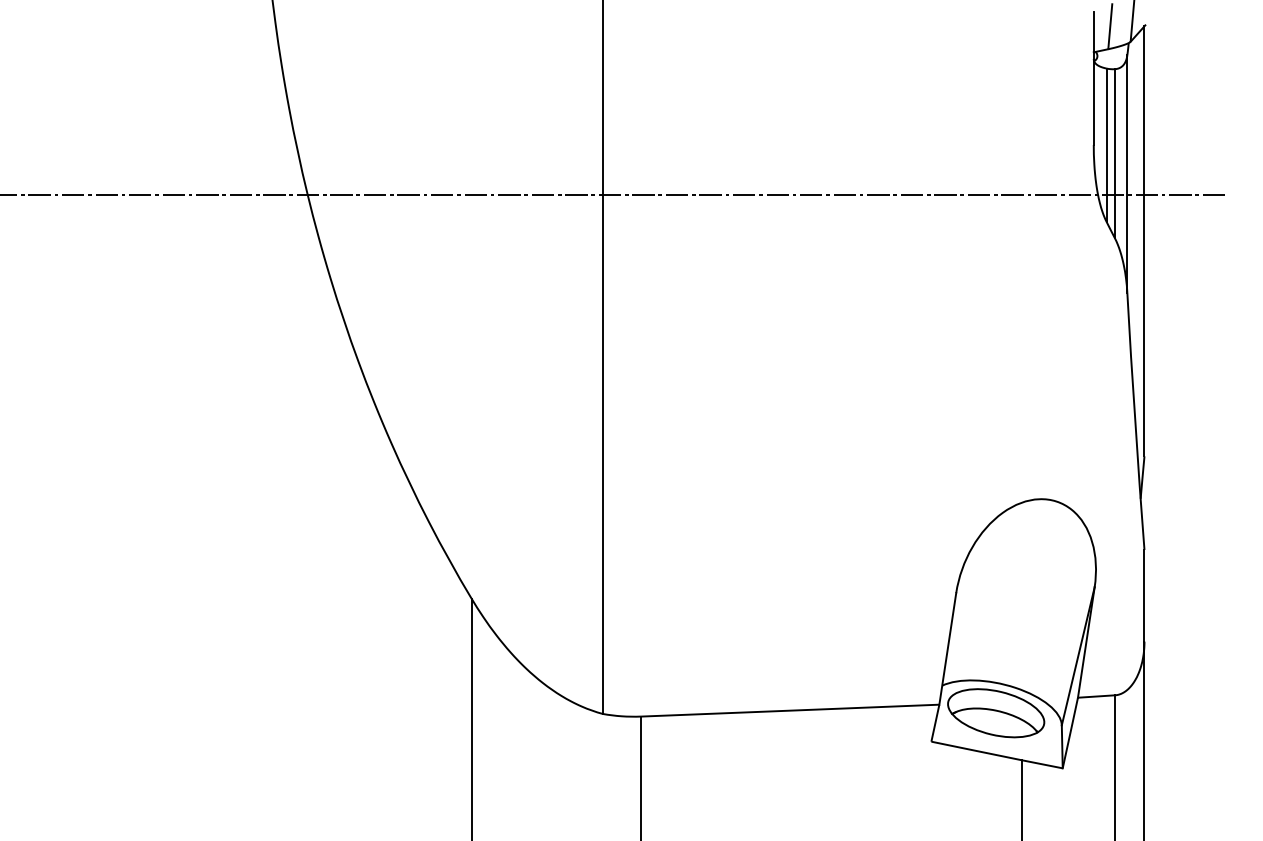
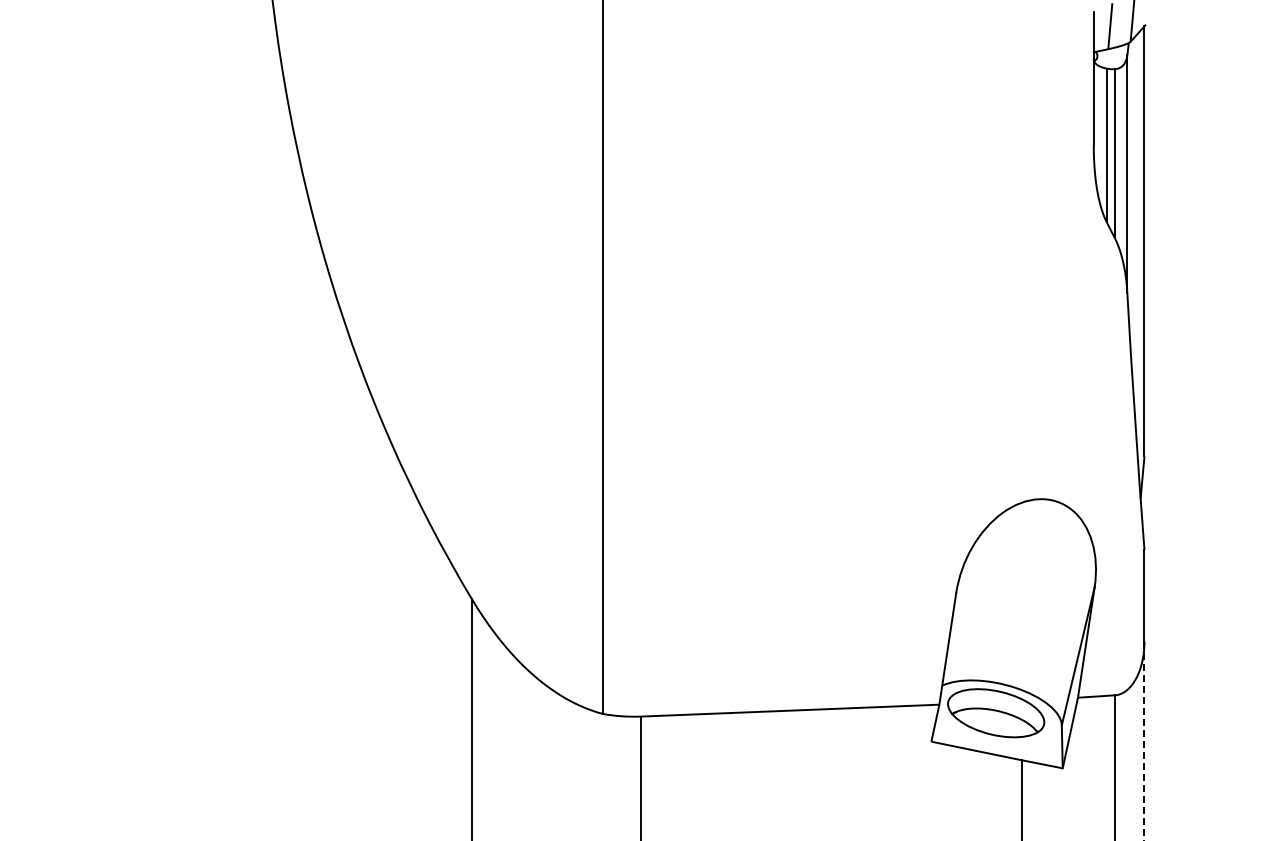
line at (613, 195): present -> none
line at (1144, 741): solid -> dashed
